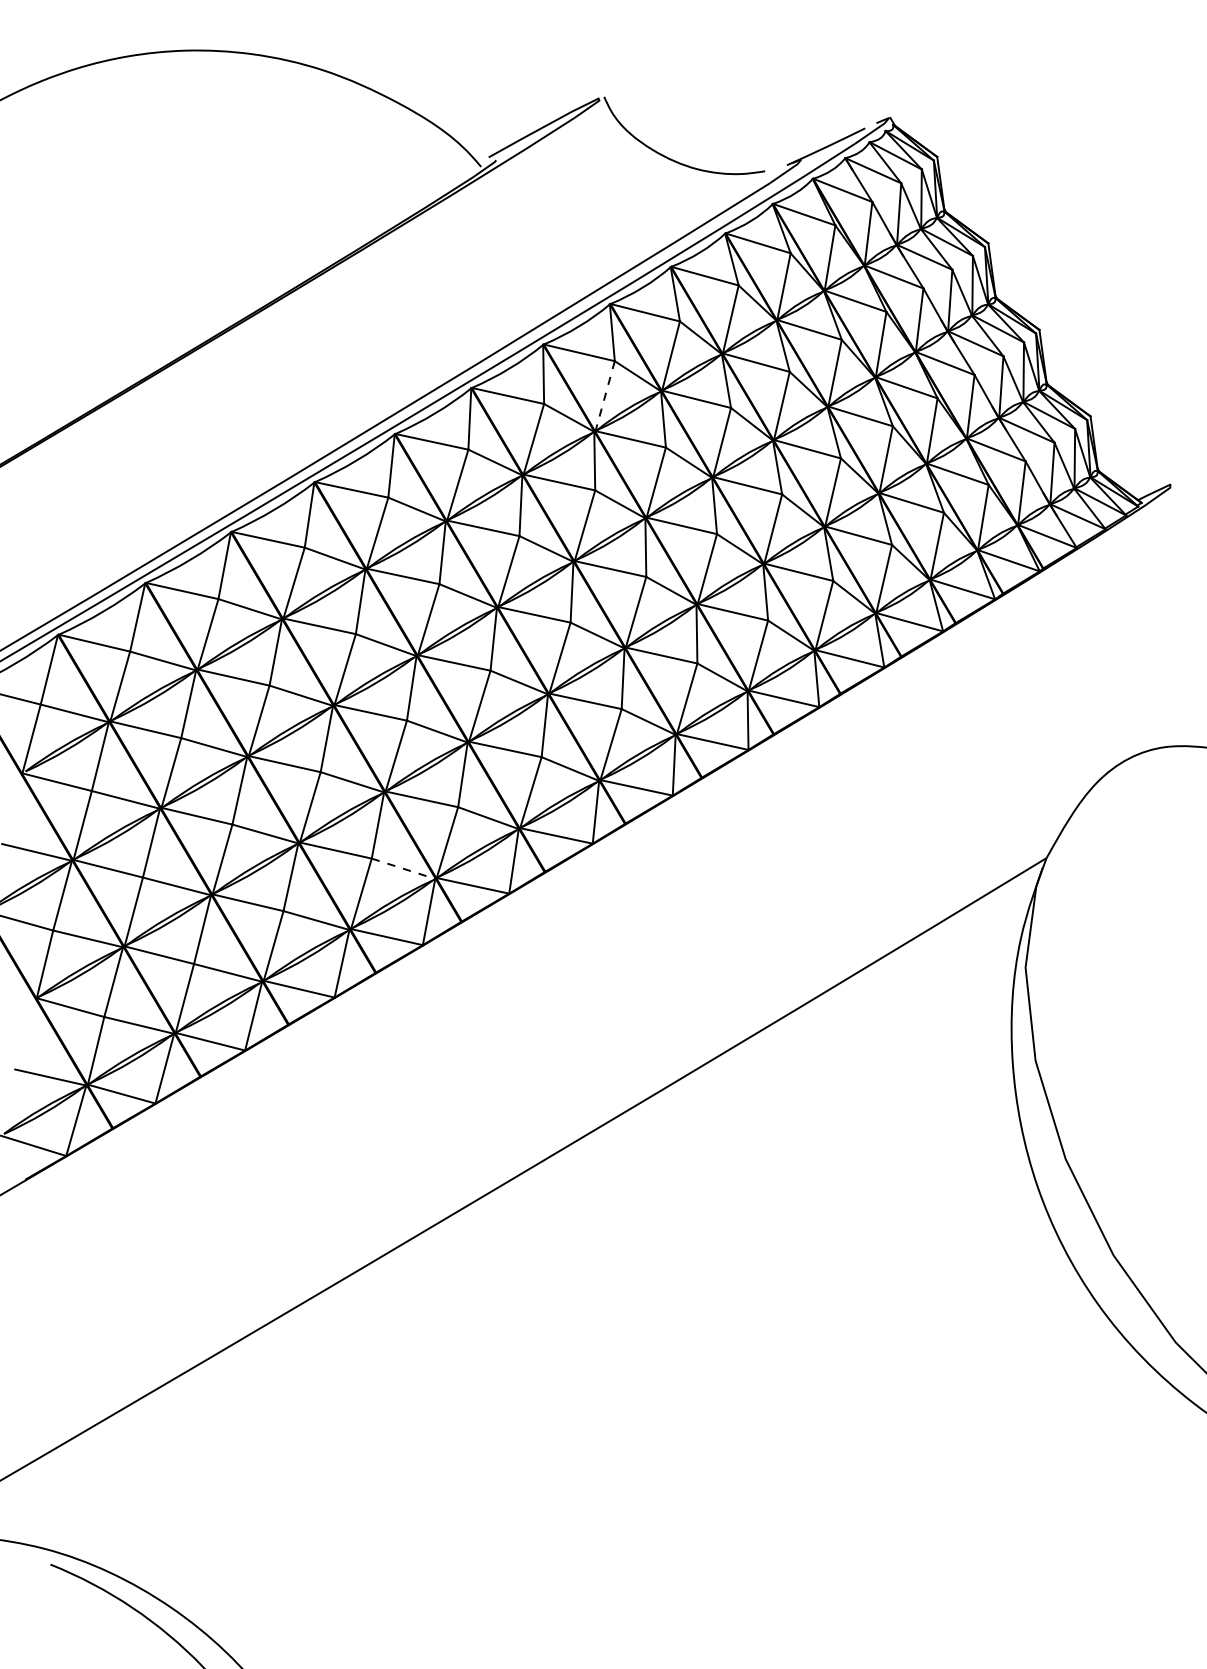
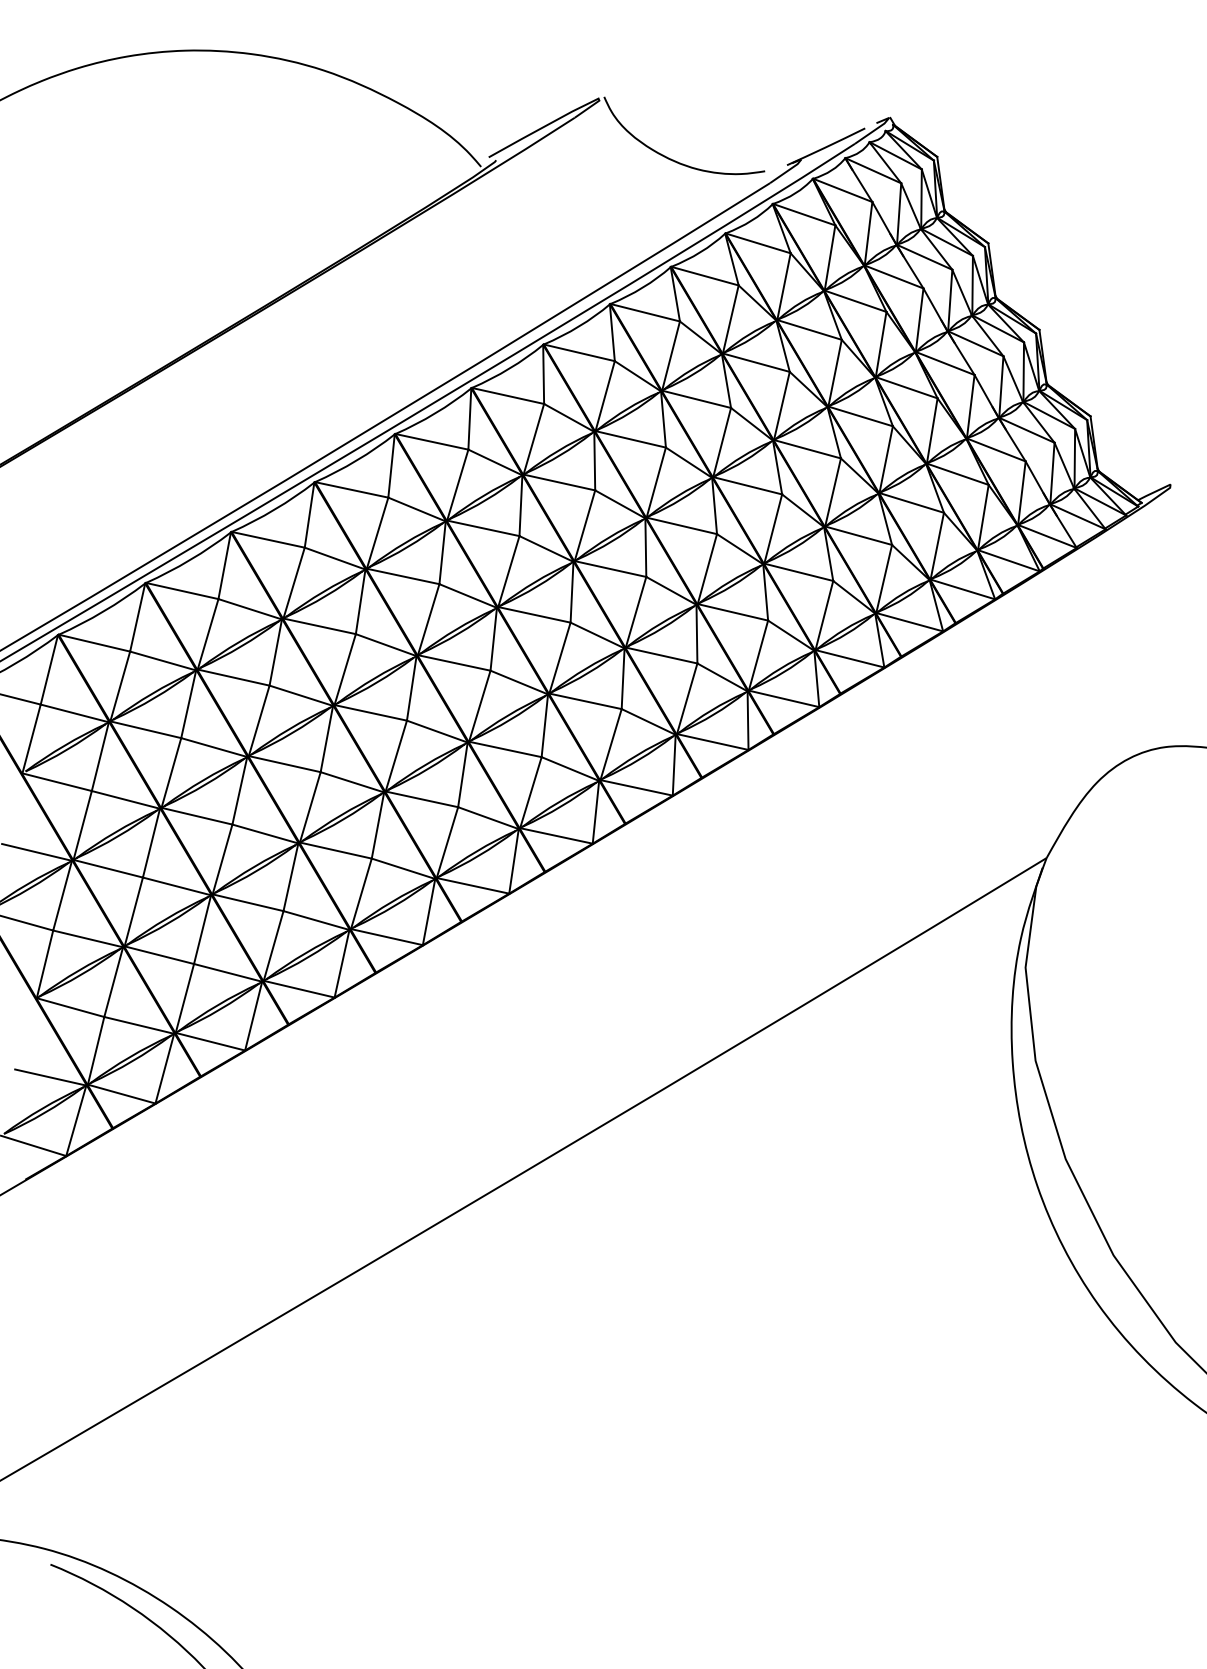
line at (605, 396): dashed -> solid
line at (404, 868): dashed -> solid
